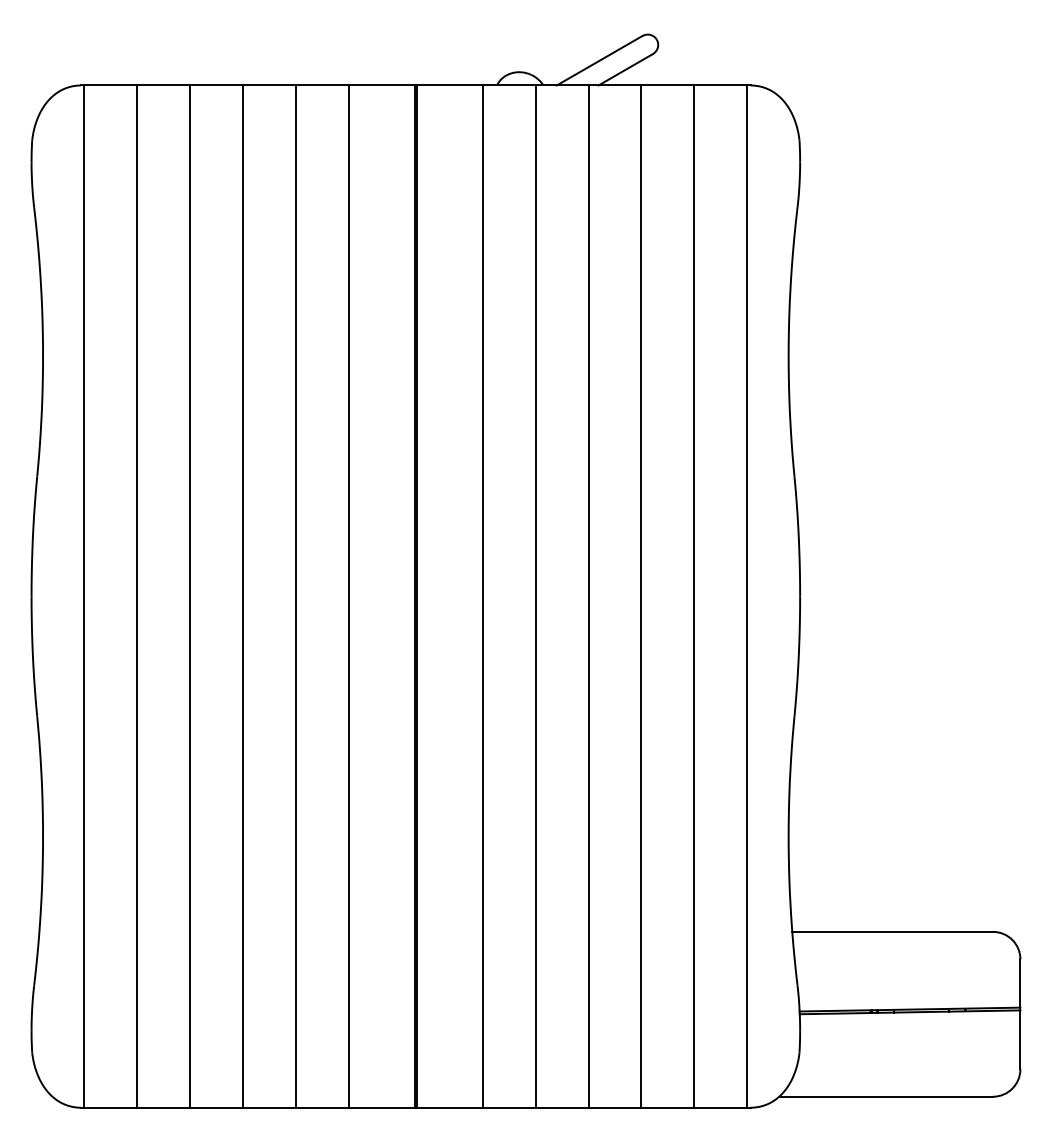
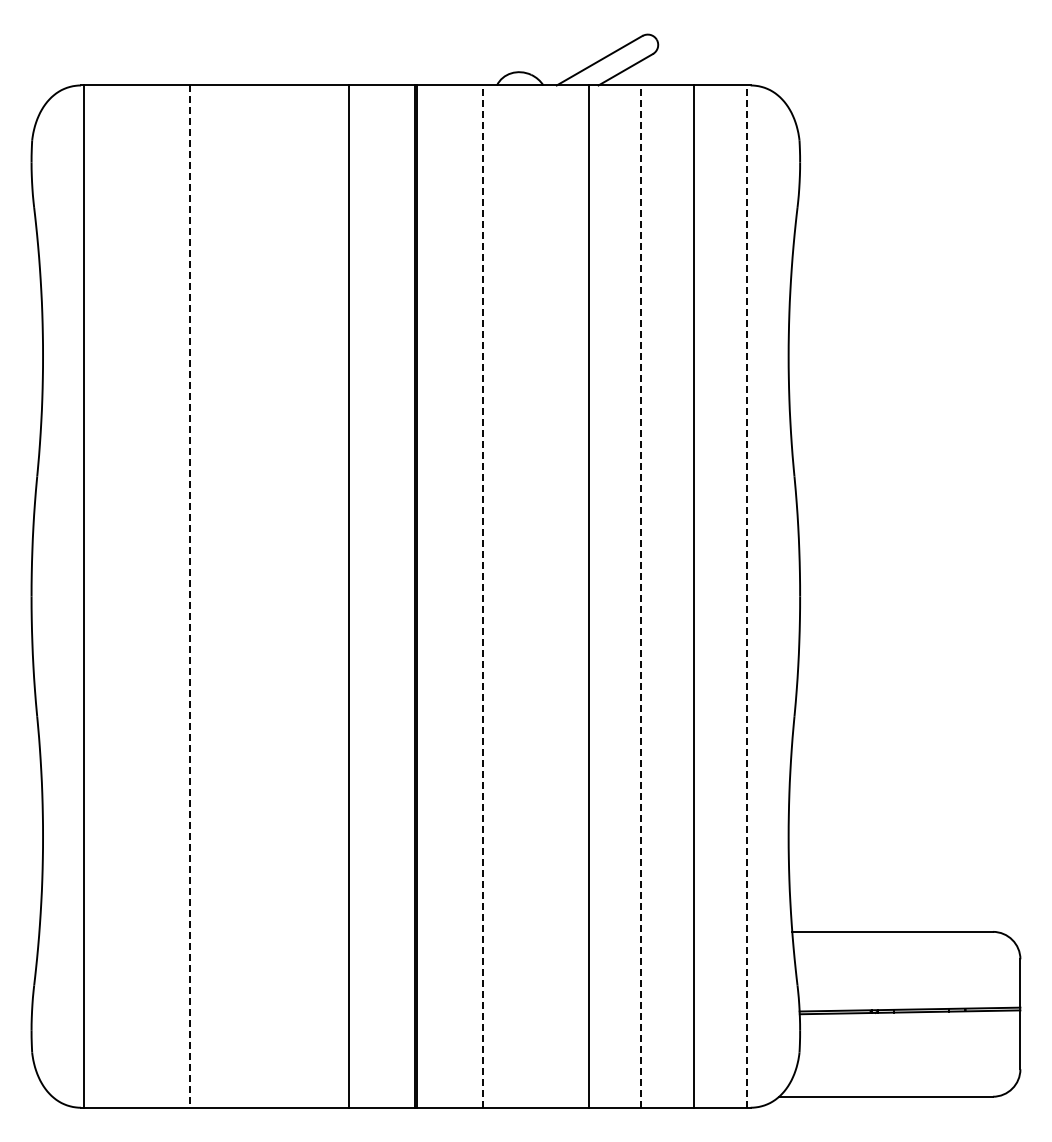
line at (137, 596): present -> none
line at (243, 596): present -> none
line at (296, 596): present -> none
line at (482, 596): solid -> dashed
line at (535, 596): present -> none
line at (641, 596): solid -> dashed
line at (747, 596): solid -> dashed
line at (190, 597): solid -> dashed
